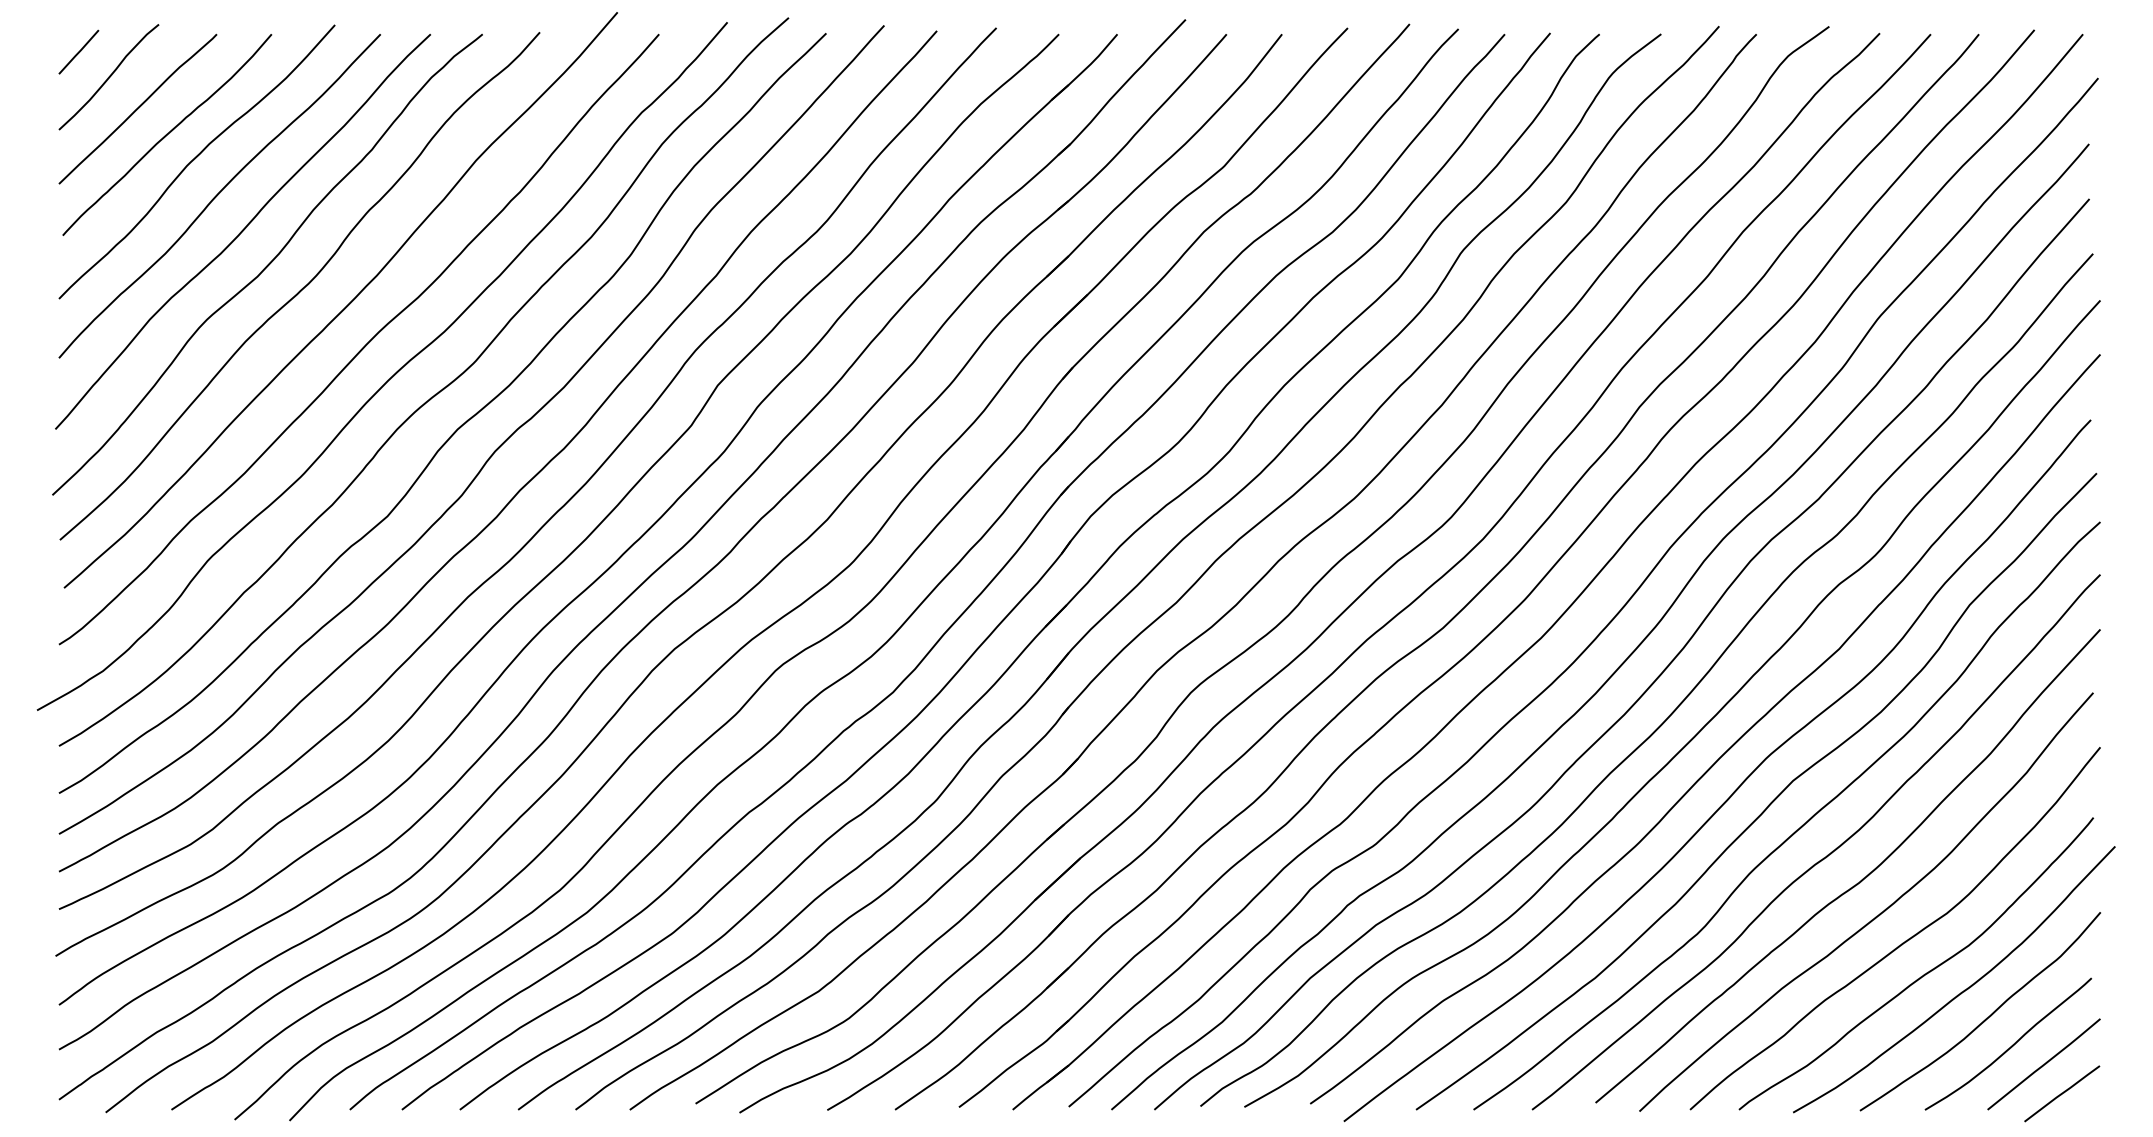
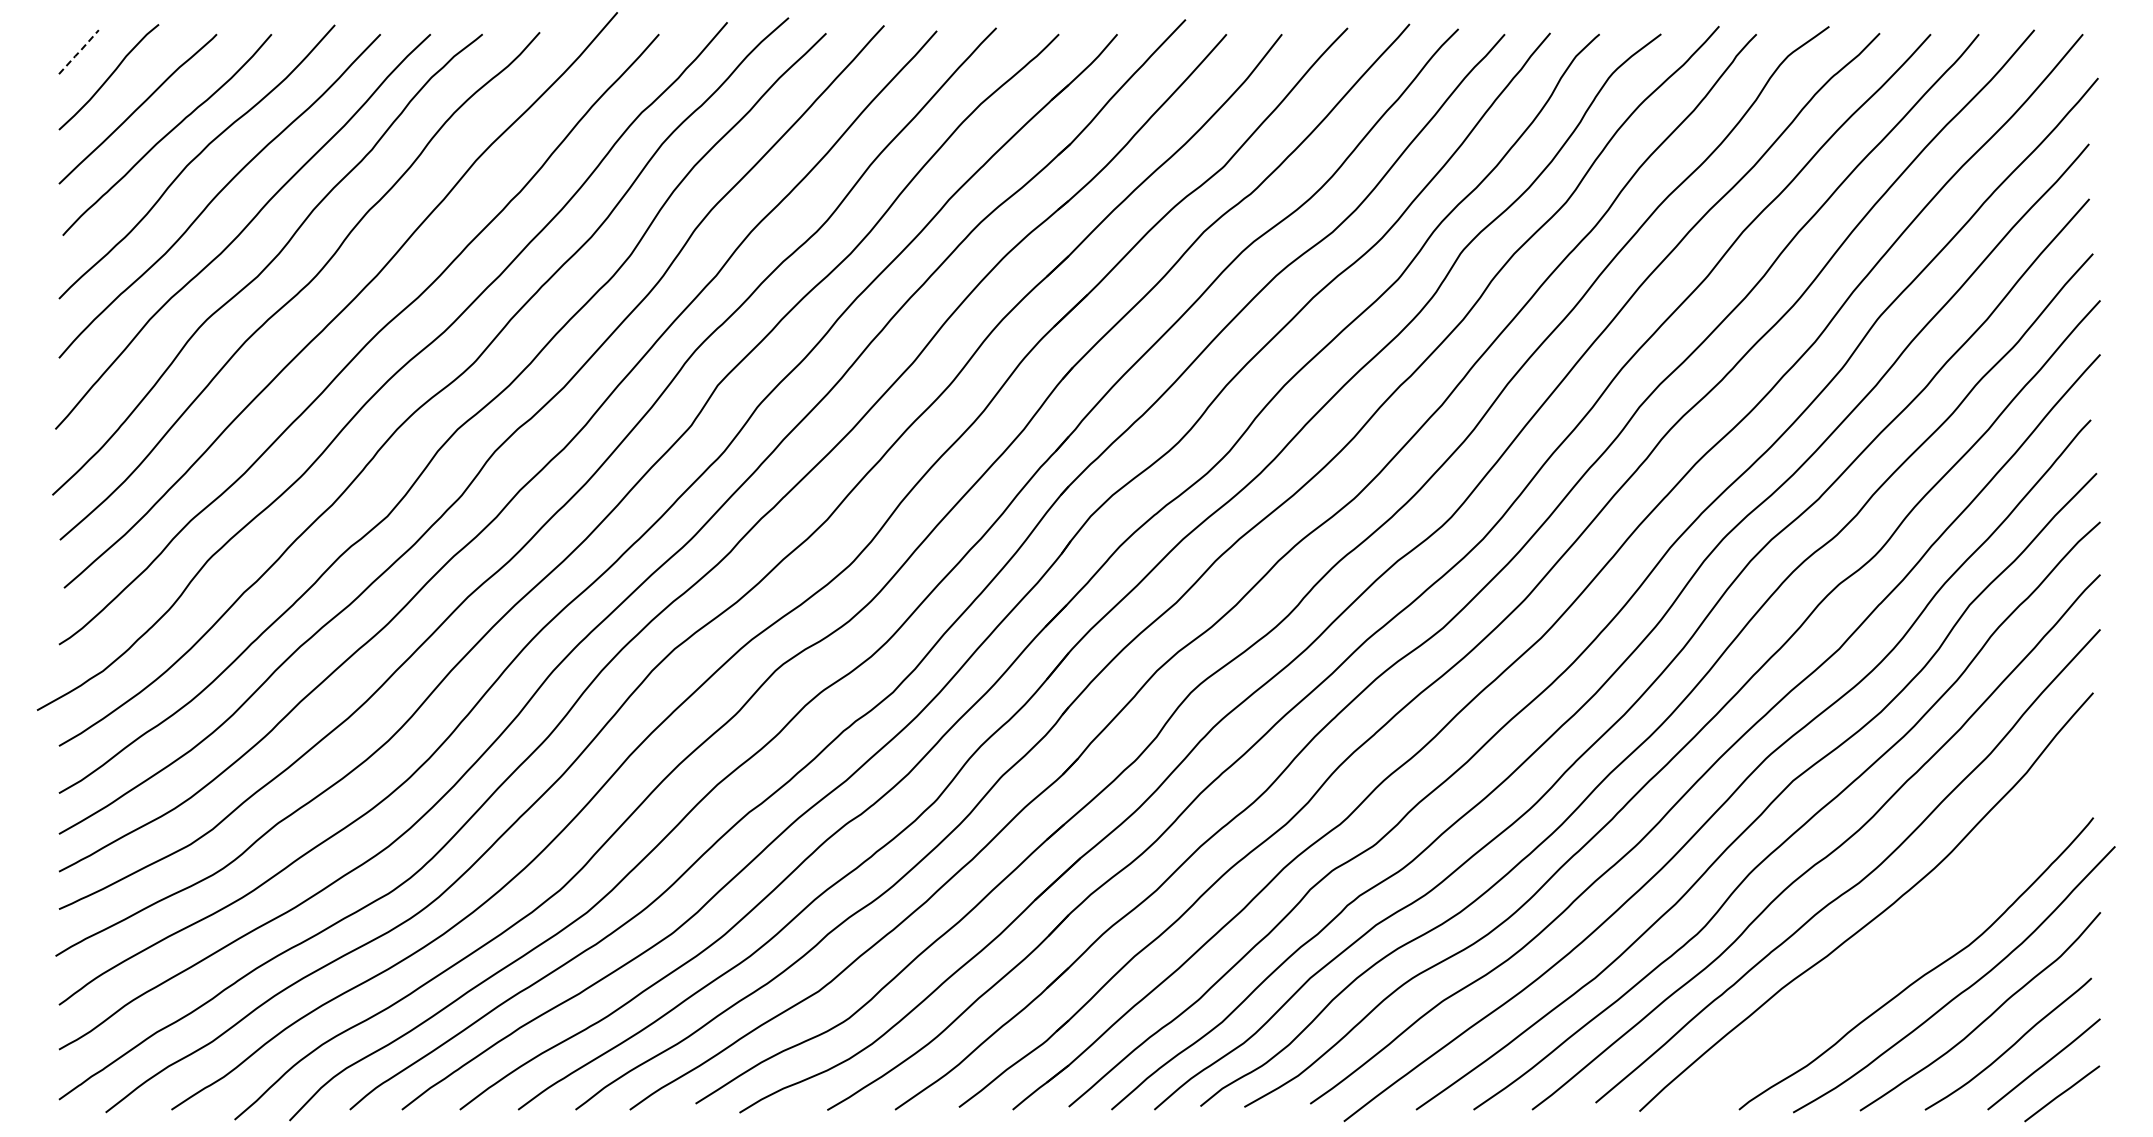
line at (79, 52): solid -> dashed
curve at (1902, 942): present -> none
